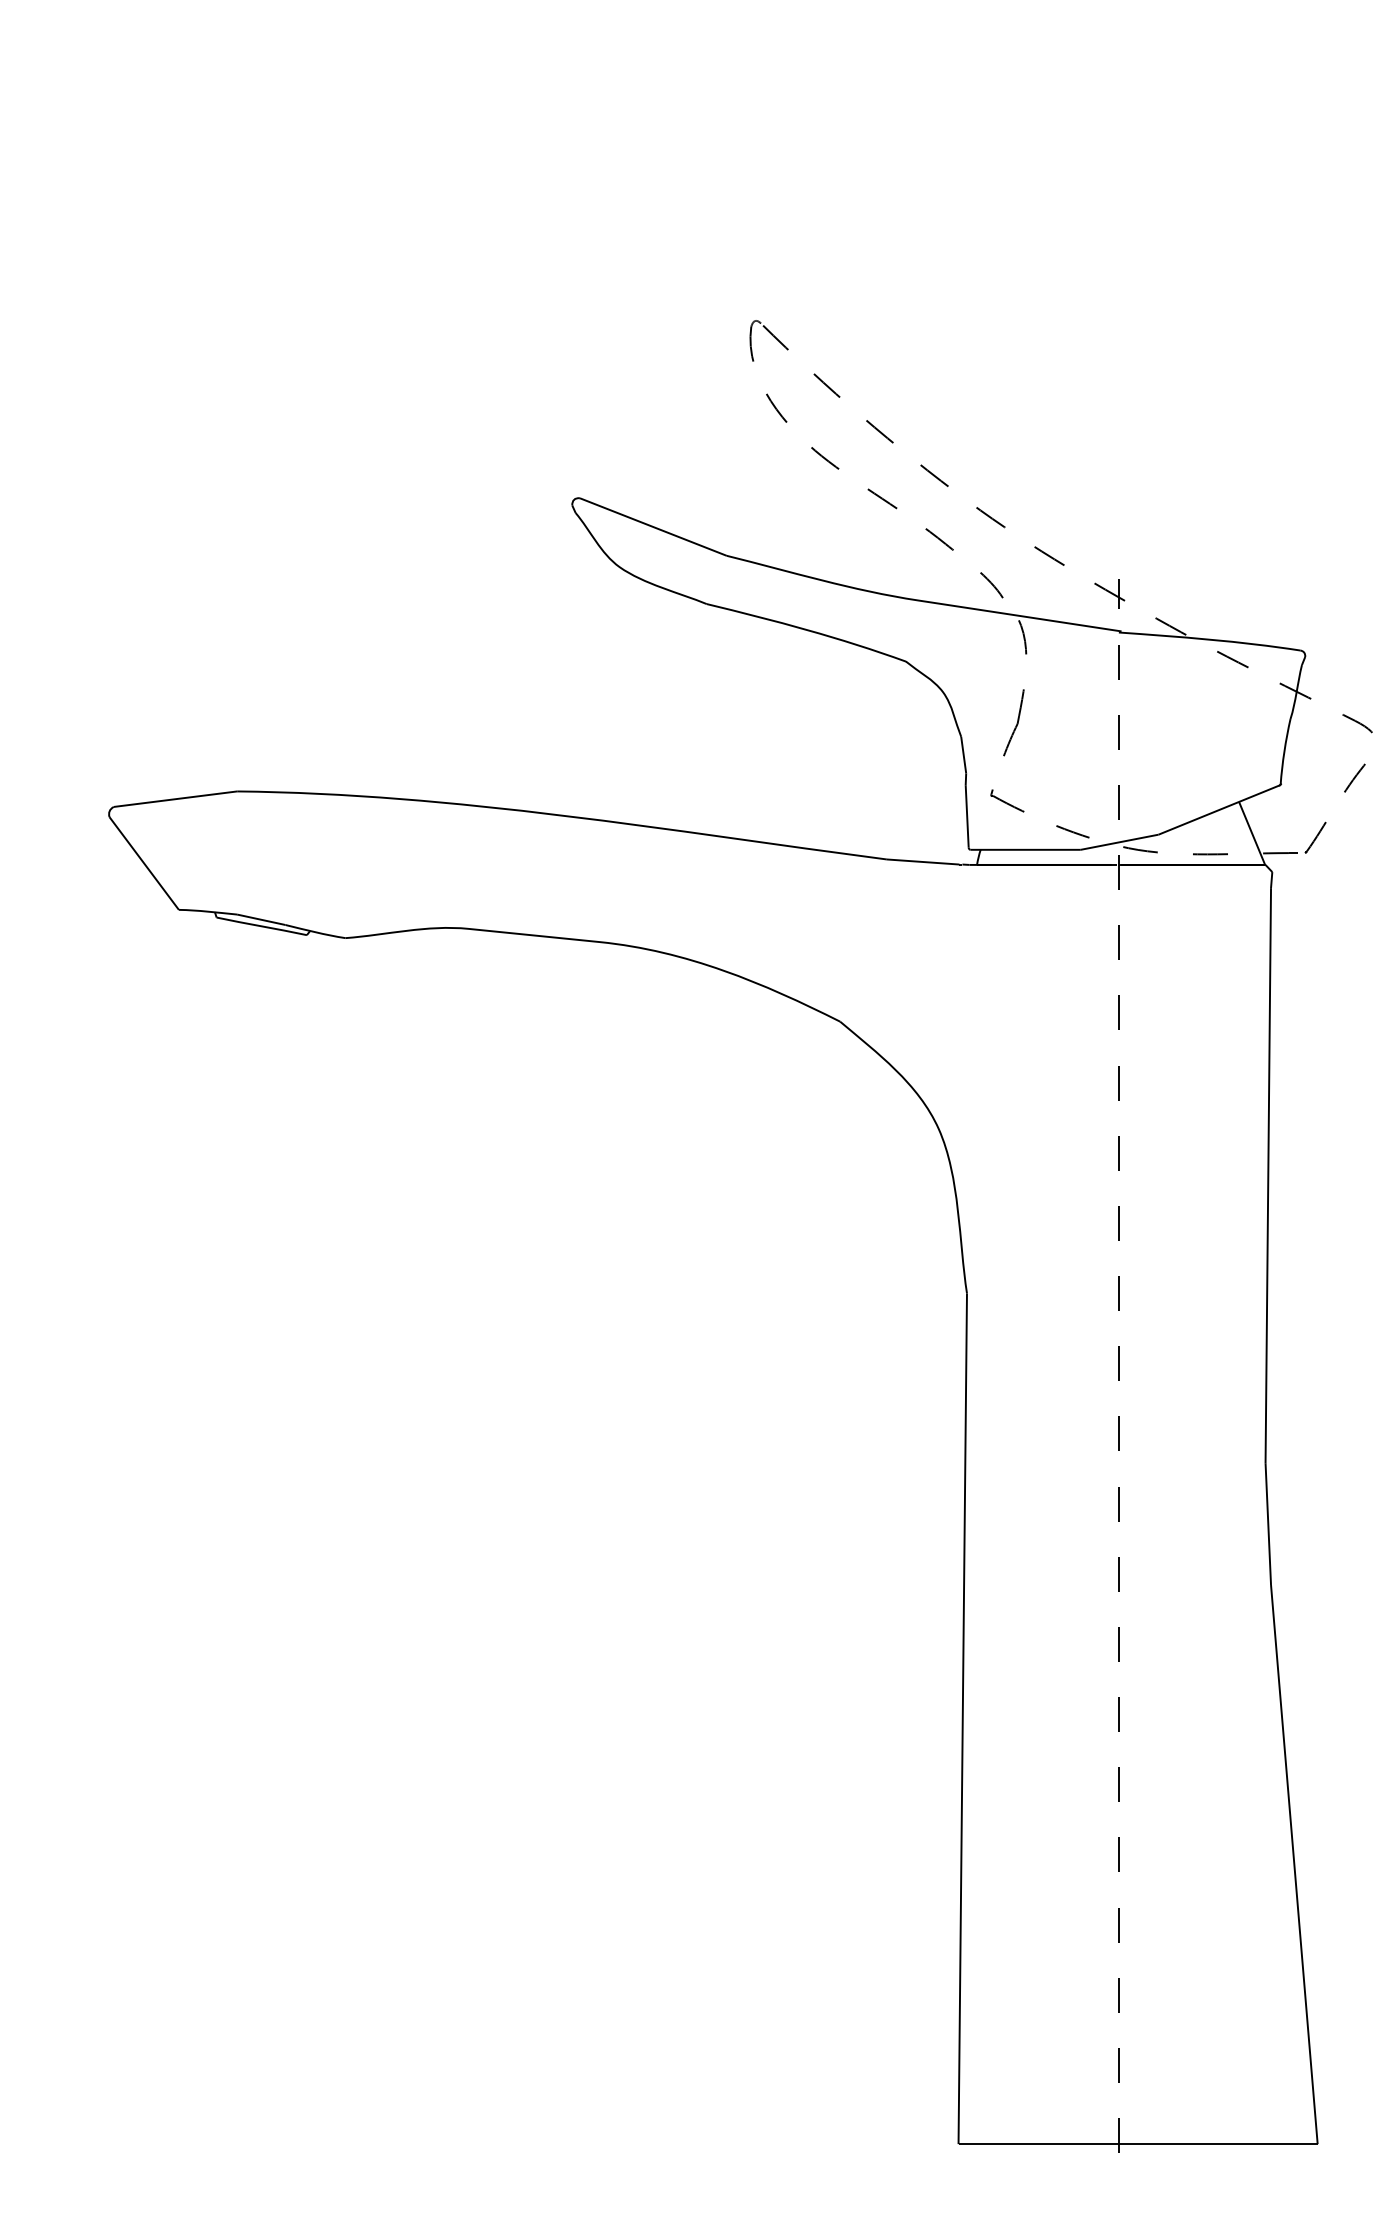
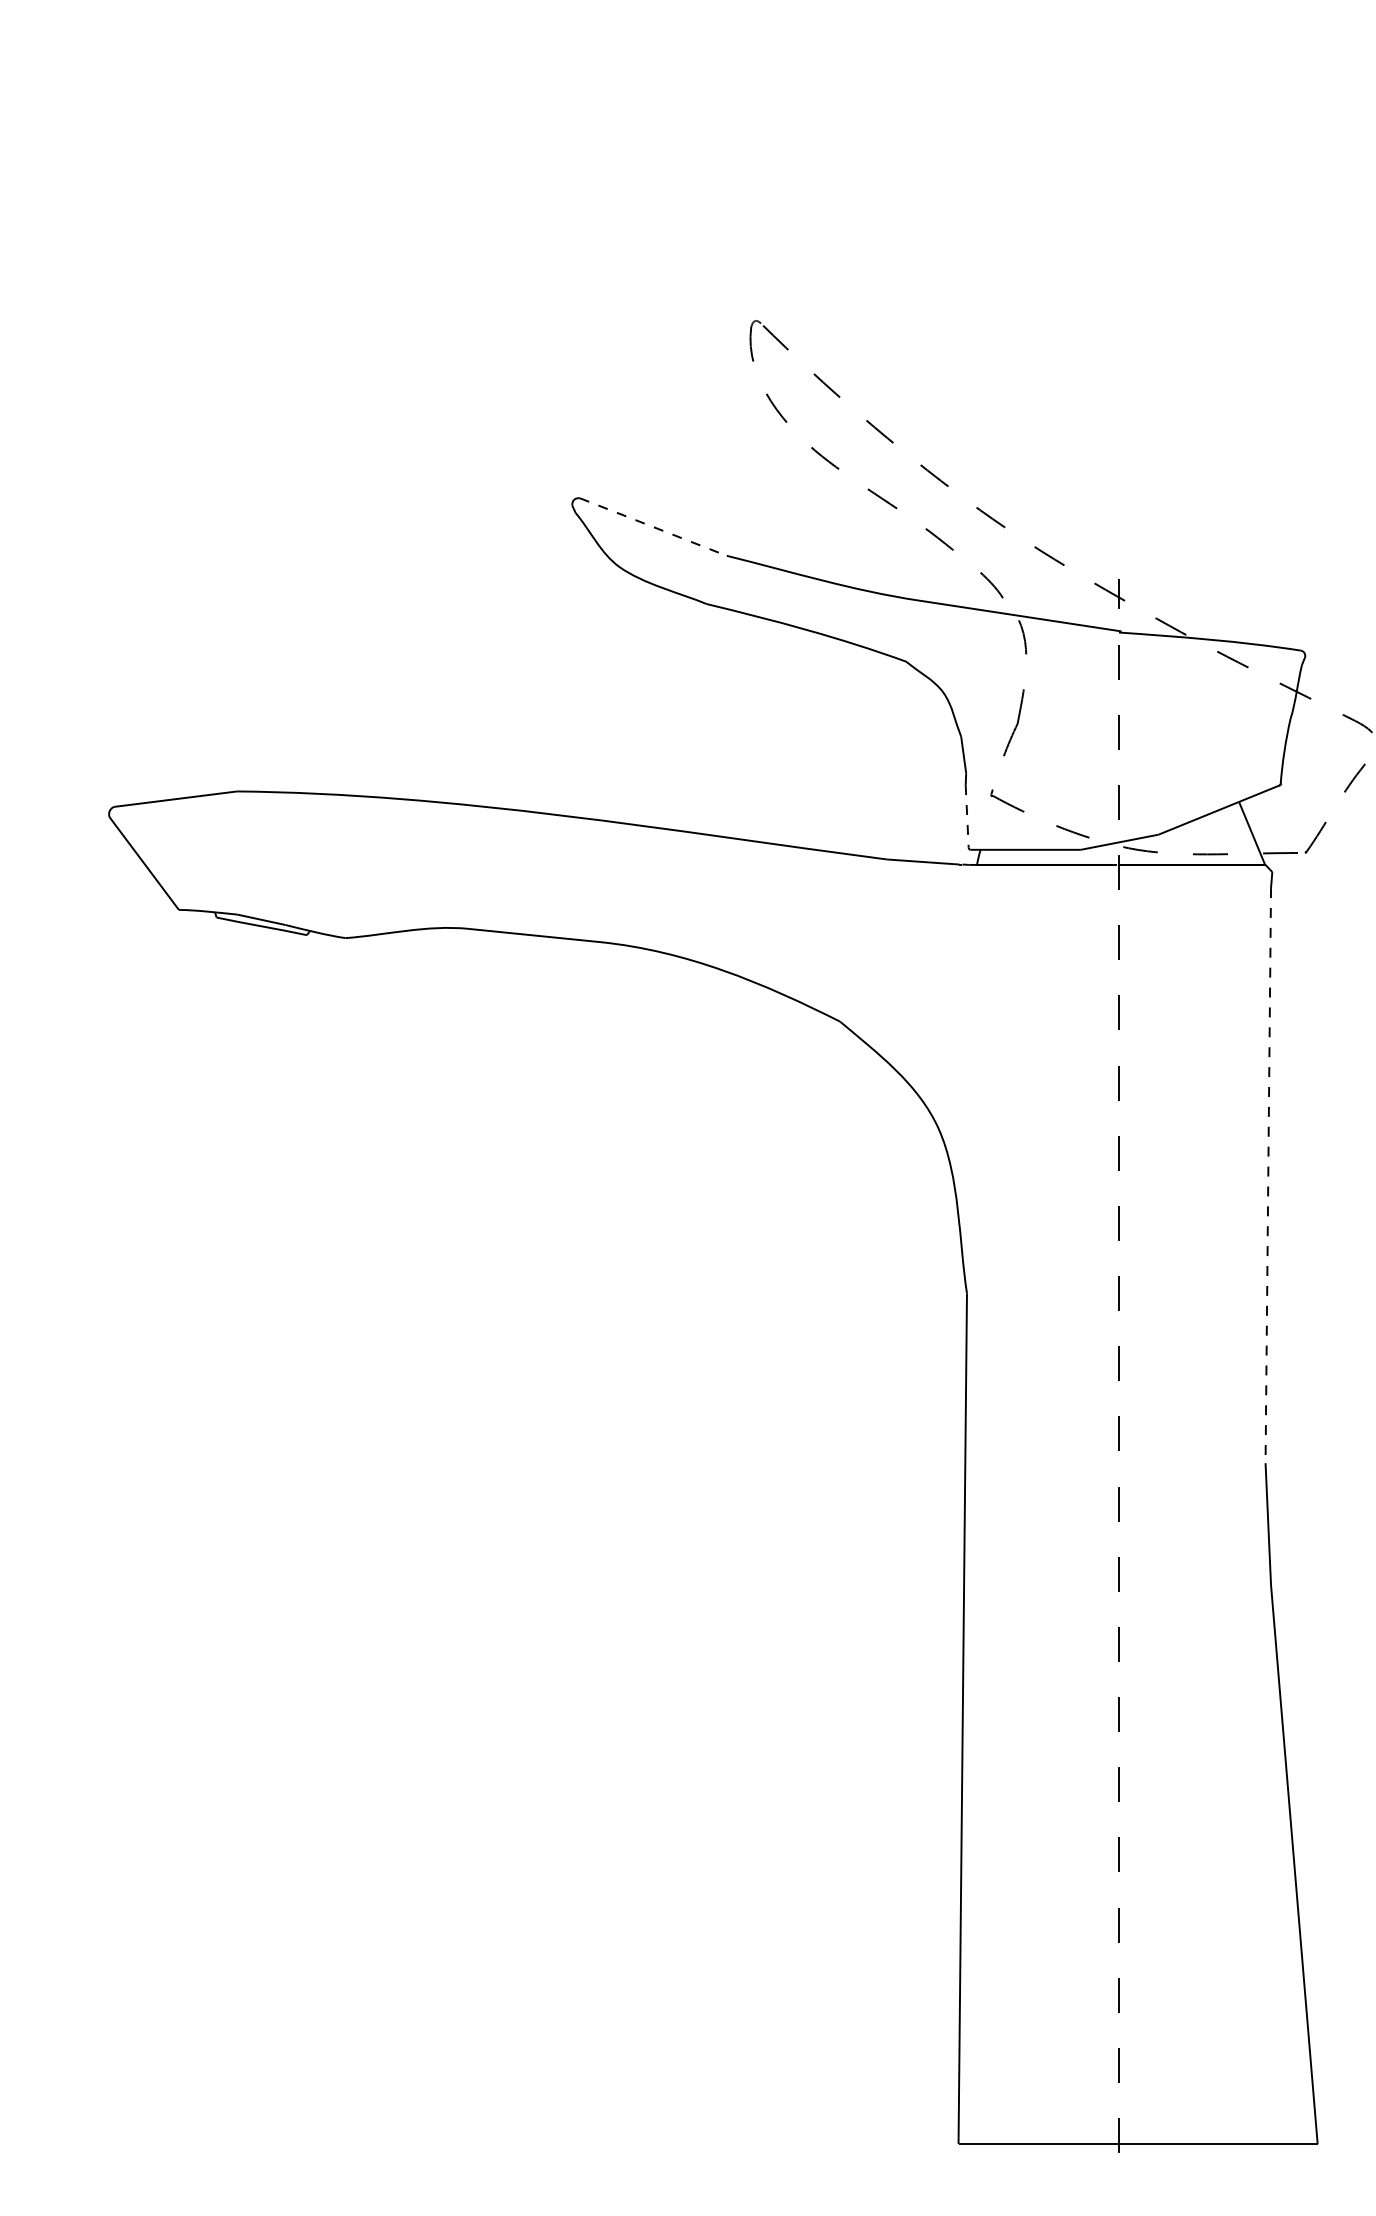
line at (653, 527): solid -> dashed
line at (967, 816): solid -> dashed
line at (1268, 1175): solid -> dashed
